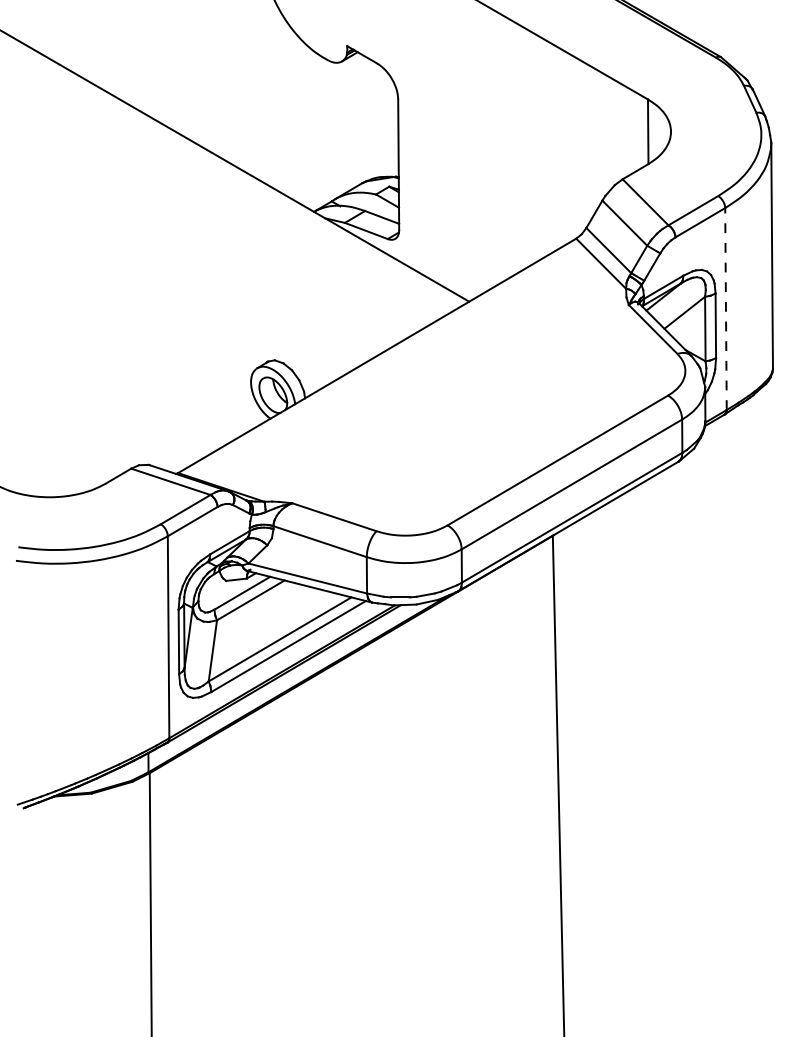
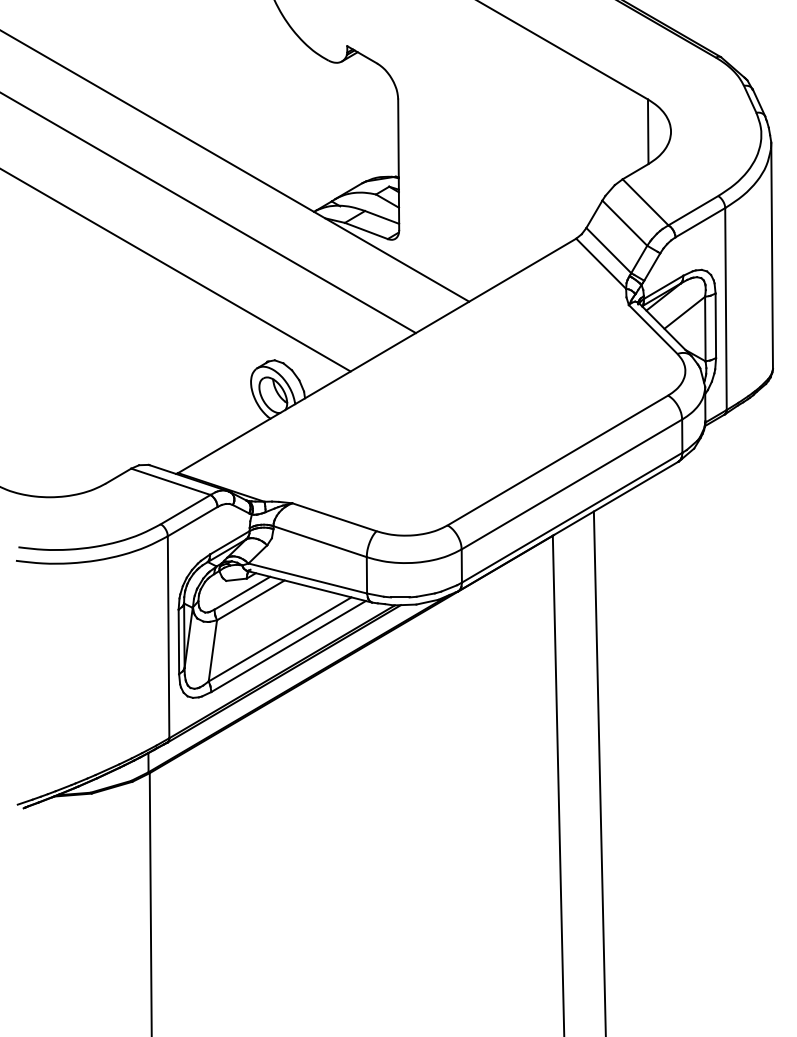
line at (208, 213): none -> present
line at (176, 270): none -> present
line at (725, 309): dashed -> solid
line at (599, 772): none -> present
